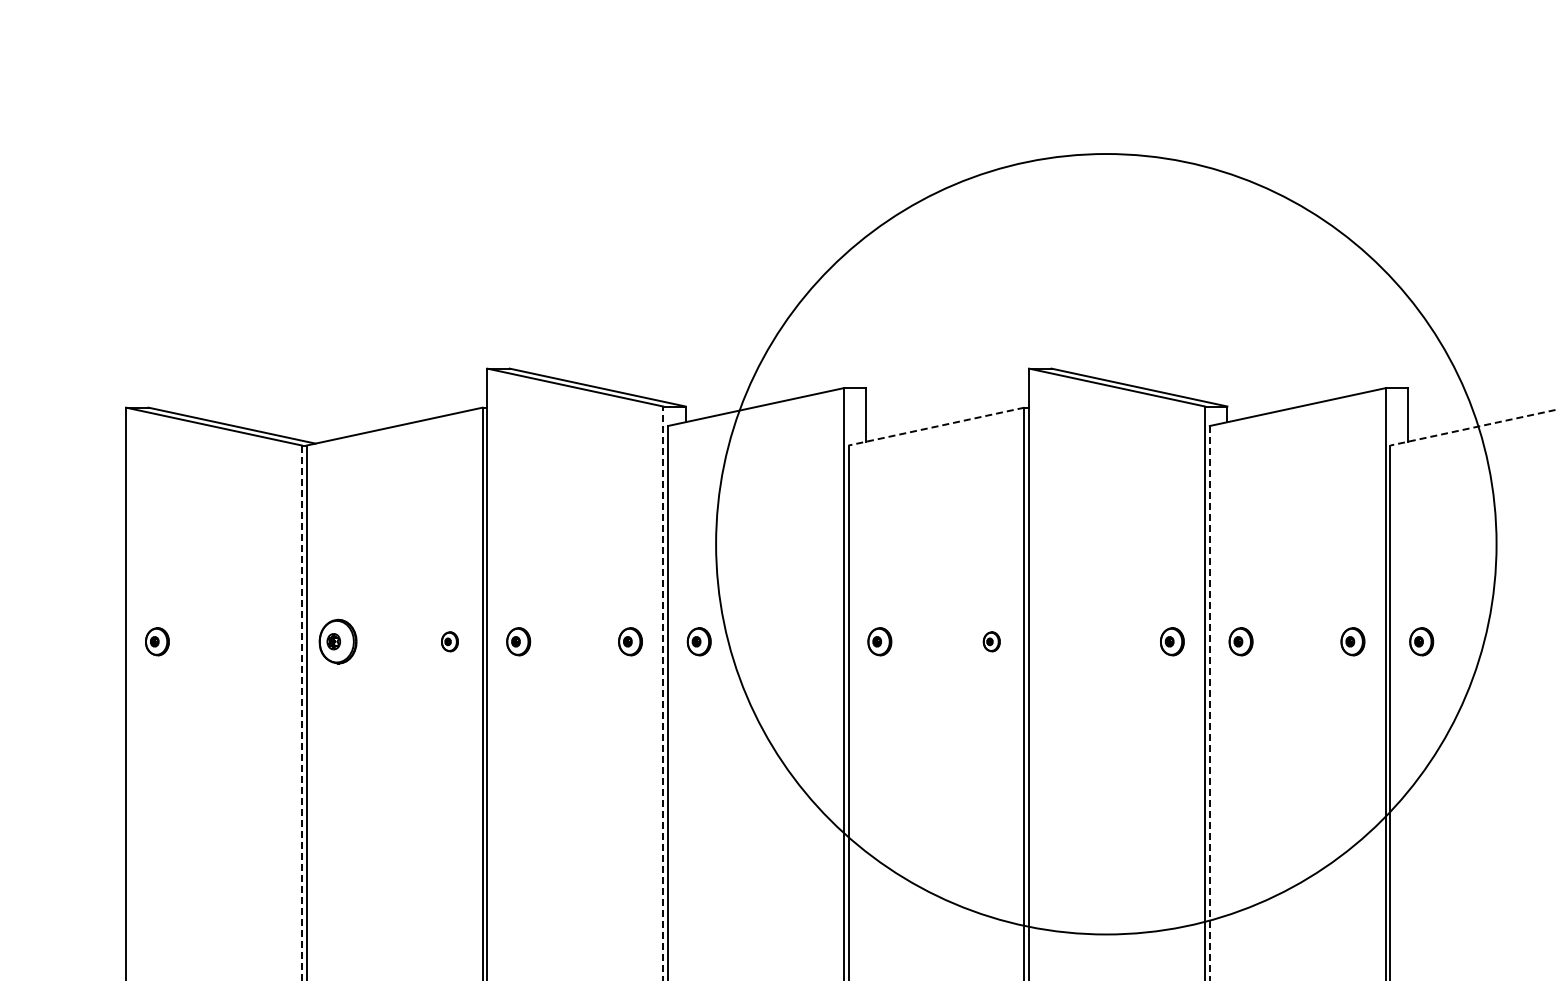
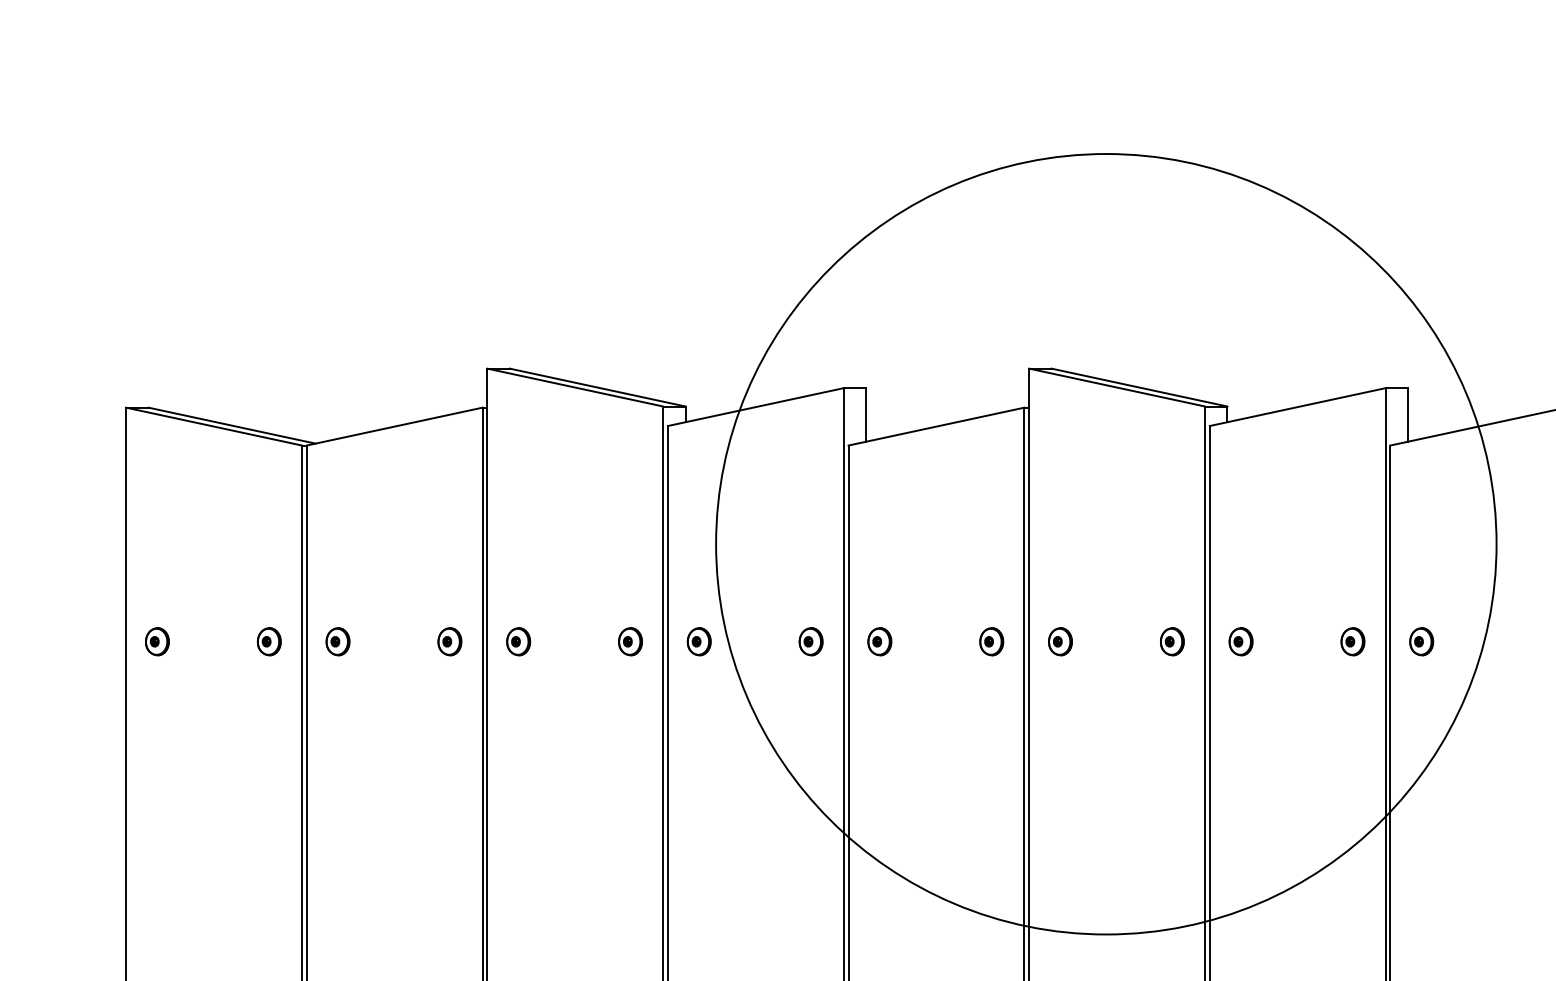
line at (936, 426): dashed -> solid
line at (1472, 427): dashed -> solid
part at (268, 641): none -> present
part at (337, 641) size: 40x47 px -> 26x30 px
part at (449, 641) size: 18x22 px -> 26x30 px
part at (810, 641): none -> present
part at (991, 641) size: 19x22 px -> 26x30 px
part at (1060, 641): none -> present
line at (663, 693): dashed -> solid
line at (1209, 703): dashed -> solid
line at (301, 713): dashed -> solid
